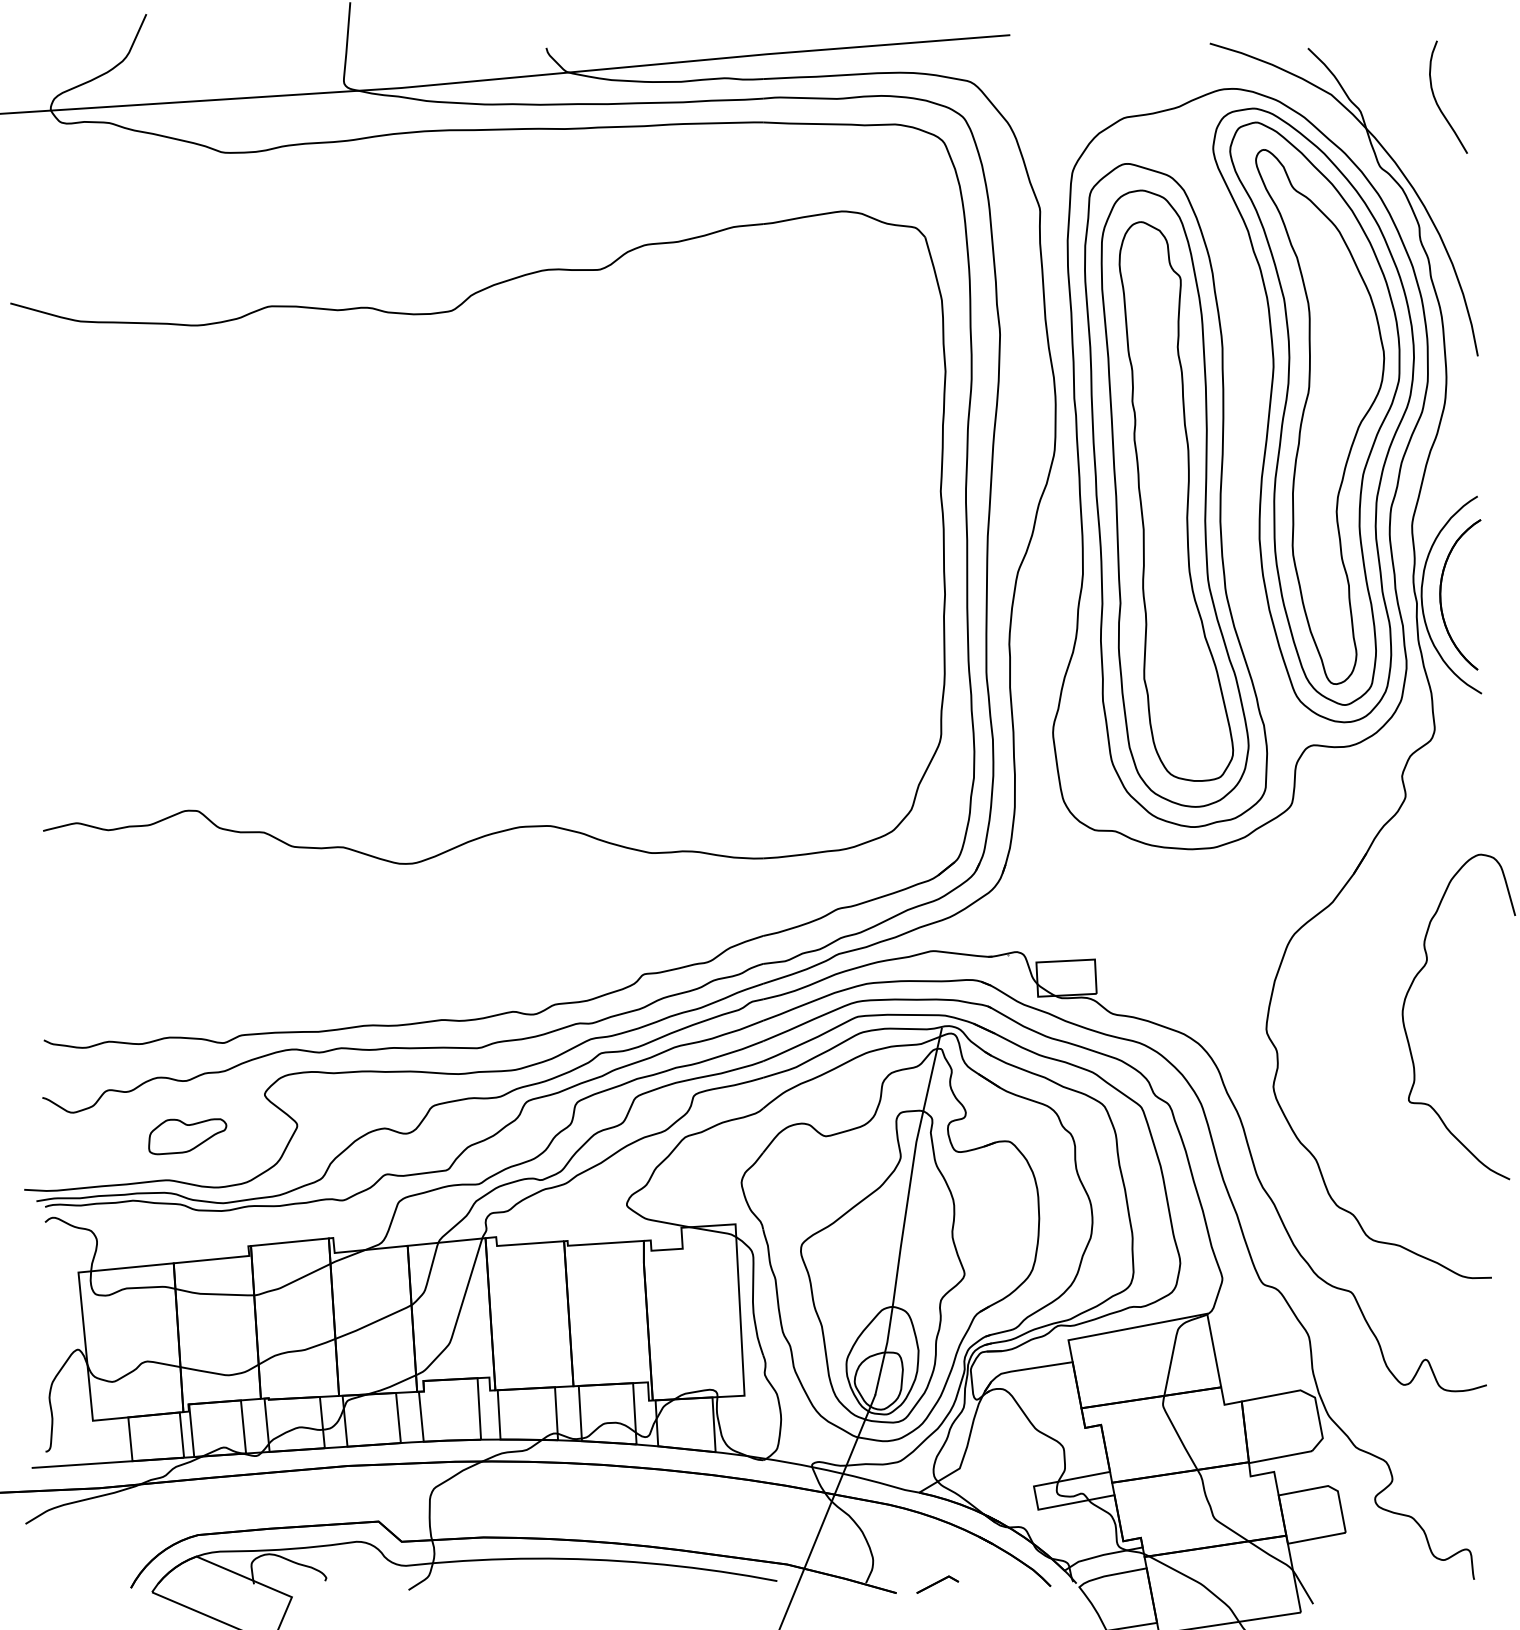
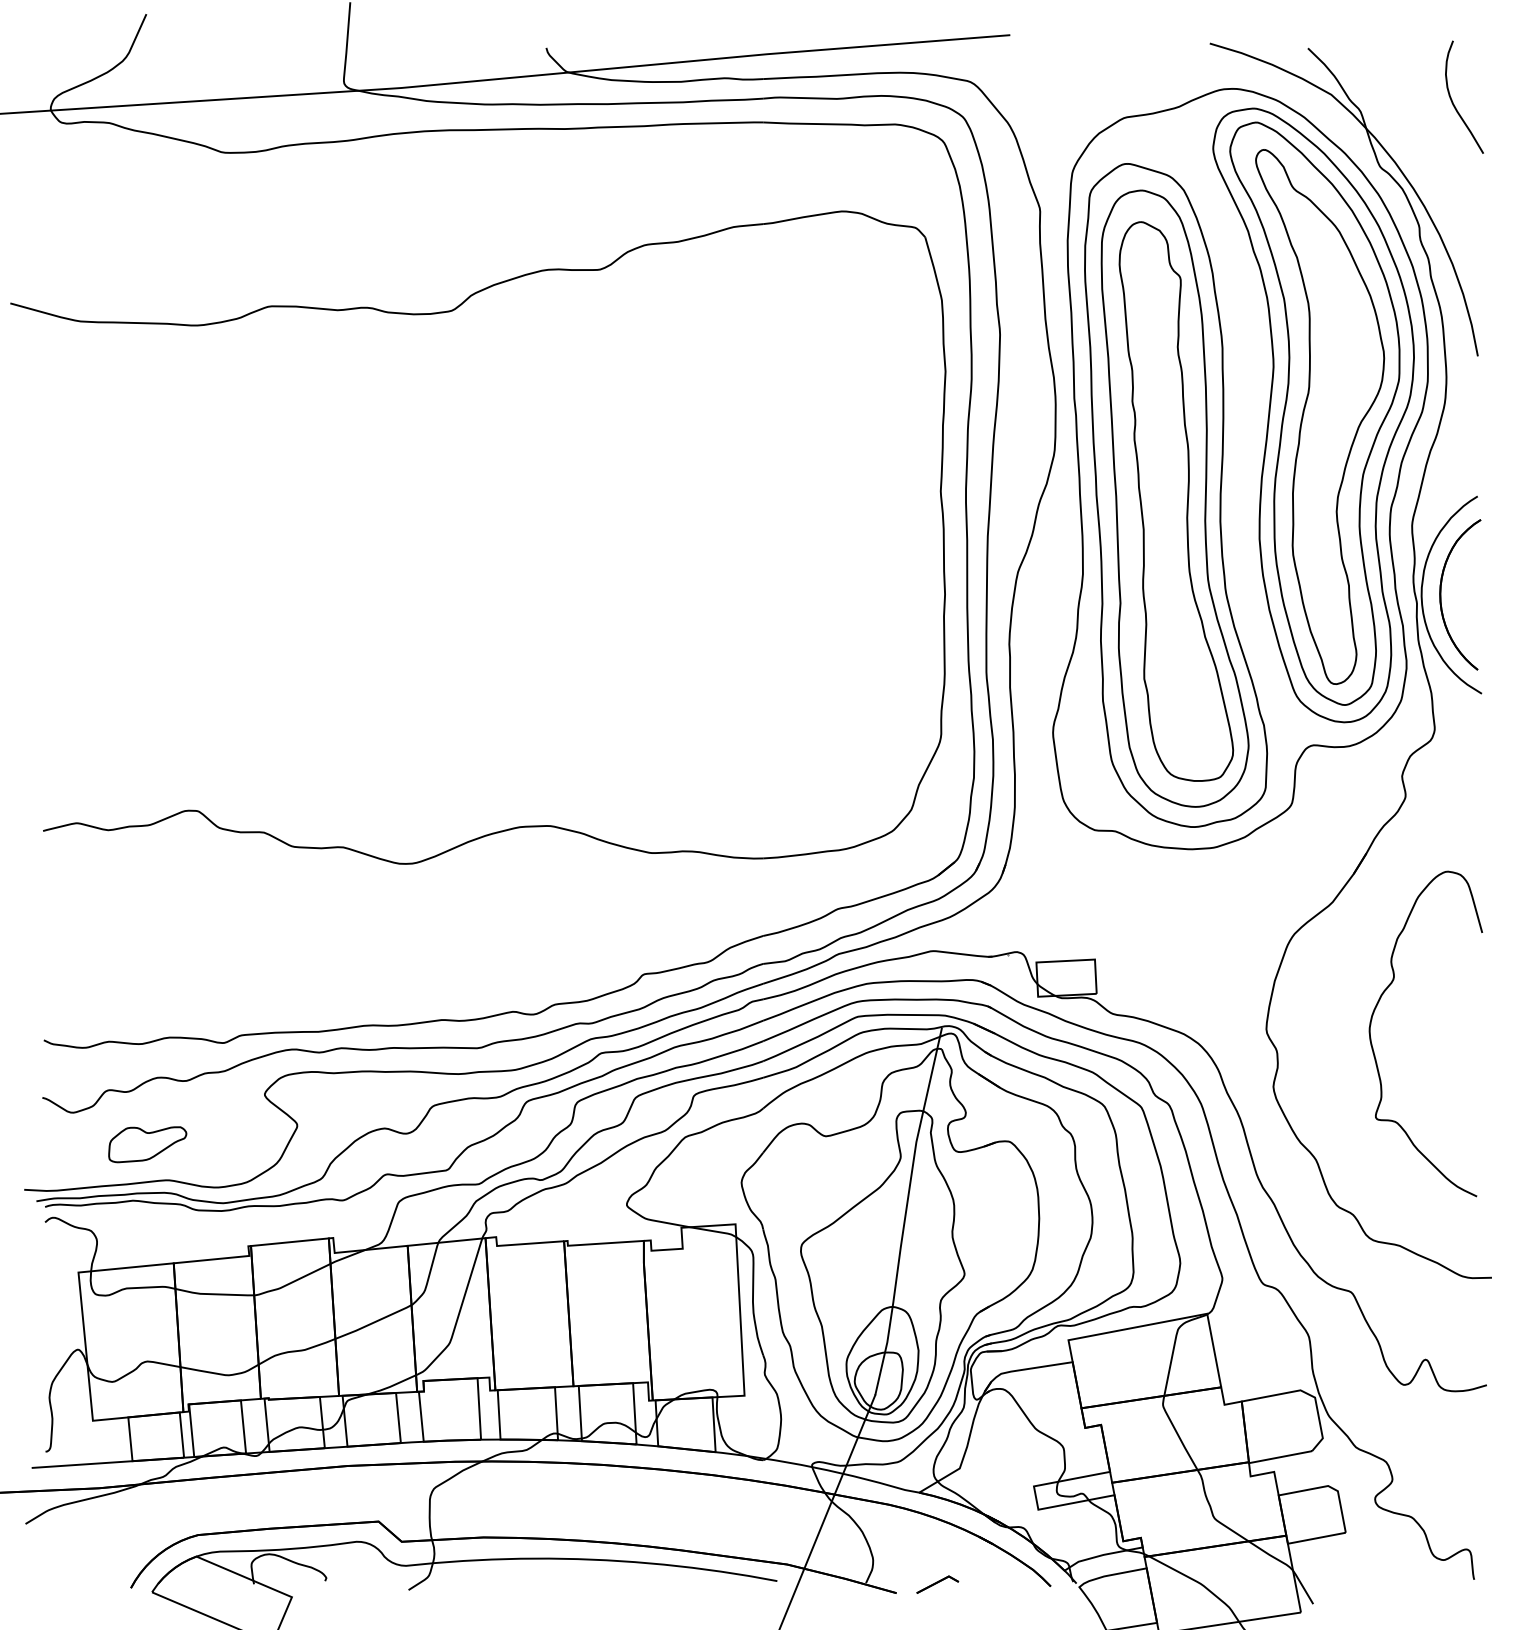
curve at (1436, 99) position: (1436, 99) -> (1452, 99)
curve at (1406, 1030) position: (1406, 1030) -> (1373, 1047)
part at (187, 1136) position: (187, 1136) -> (147, 1144)
